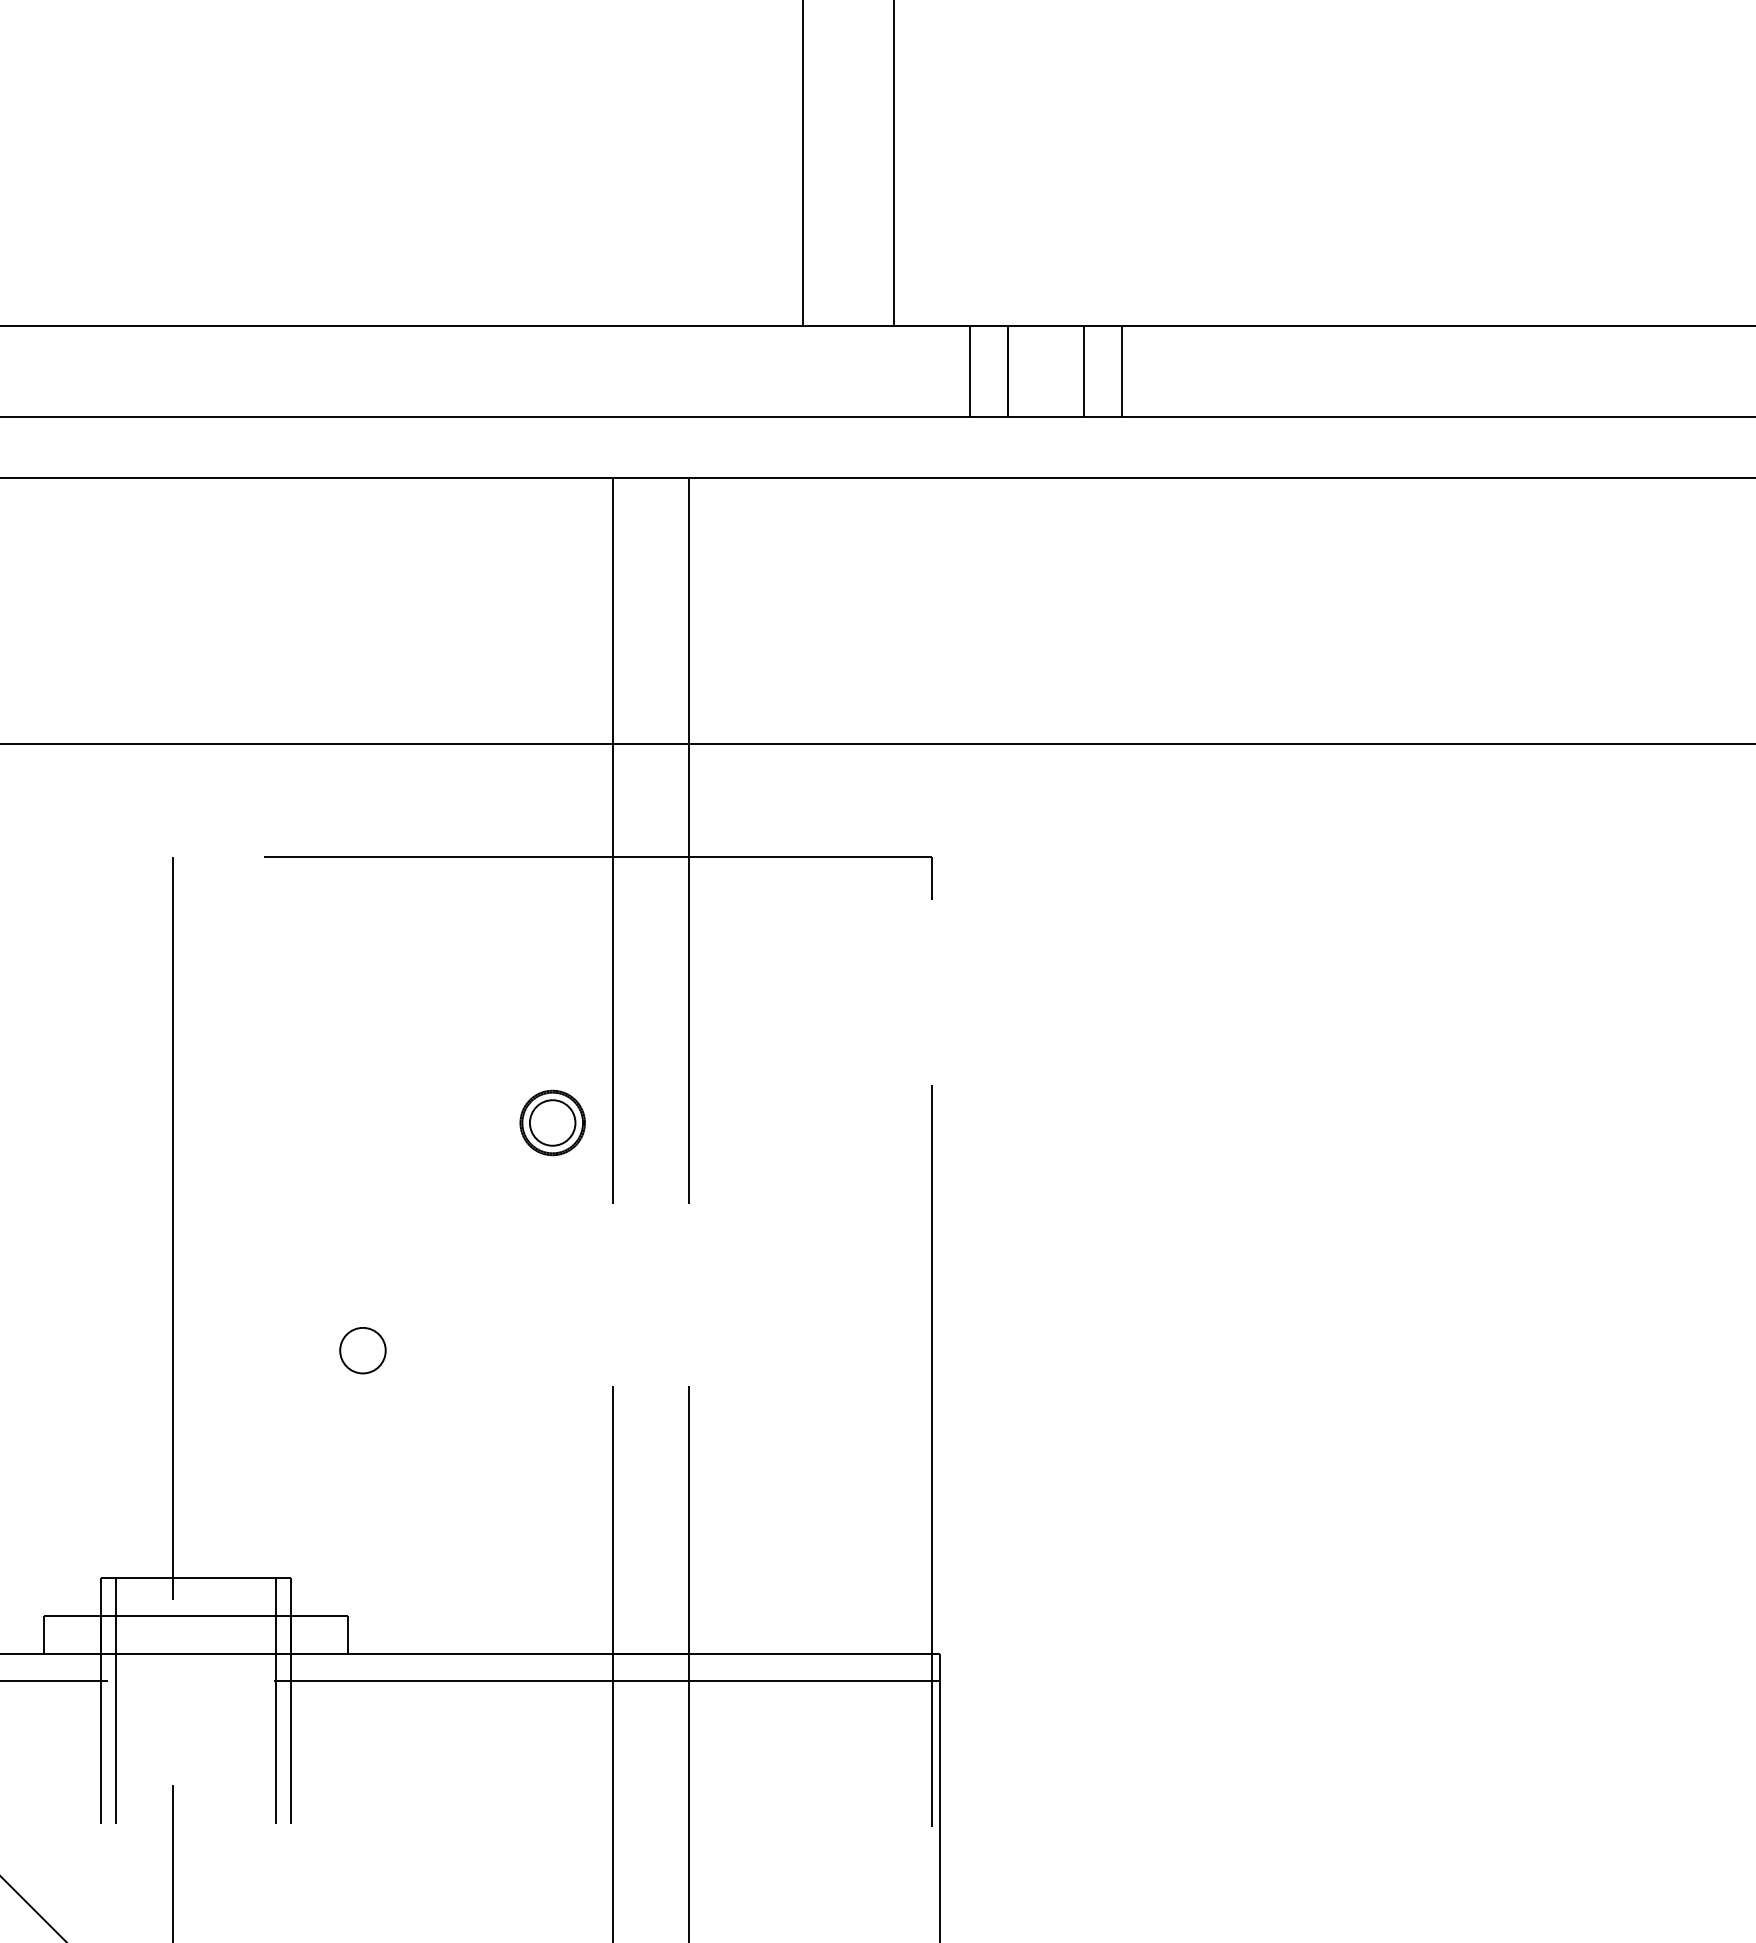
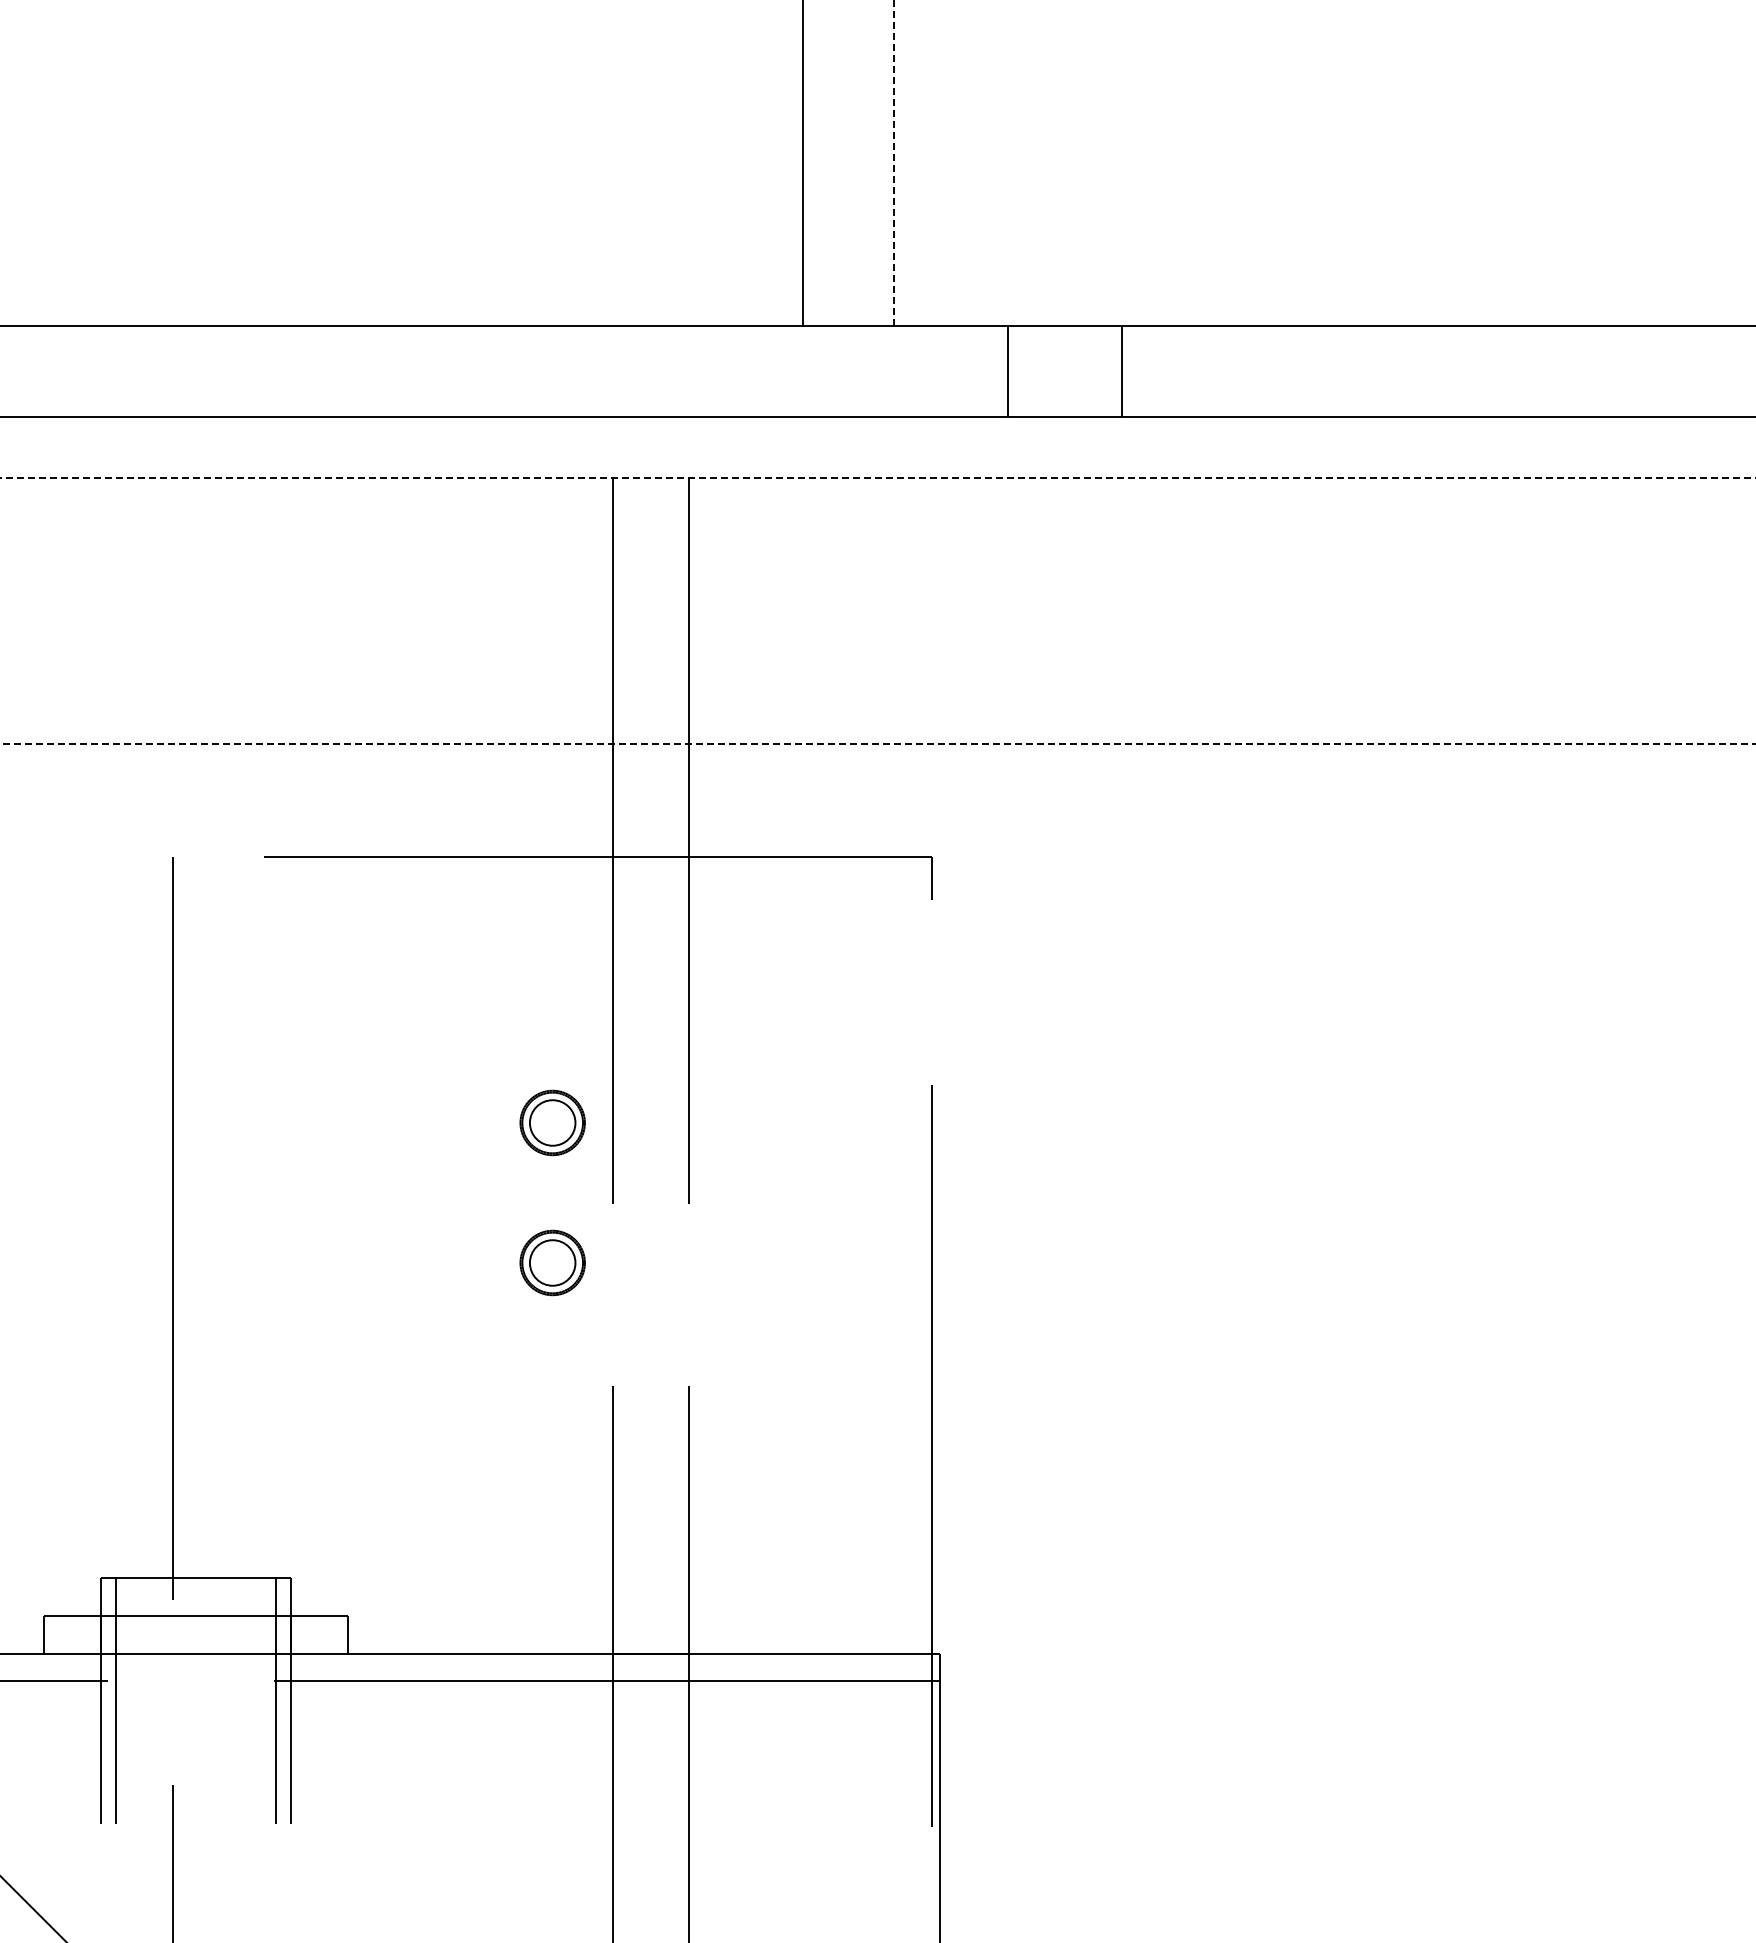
line at (894, 163): solid -> dashed
line at (969, 371): present -> none
line at (1084, 371): present -> none
line at (878, 477): solid -> dashed
line at (878, 743): solid -> dashed
part at (552, 1262): none -> present
circle at (362, 1350): present -> none
